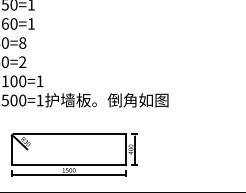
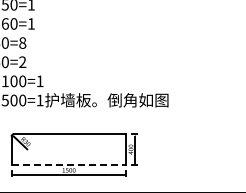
line at (69, 164): solid -> dashed
